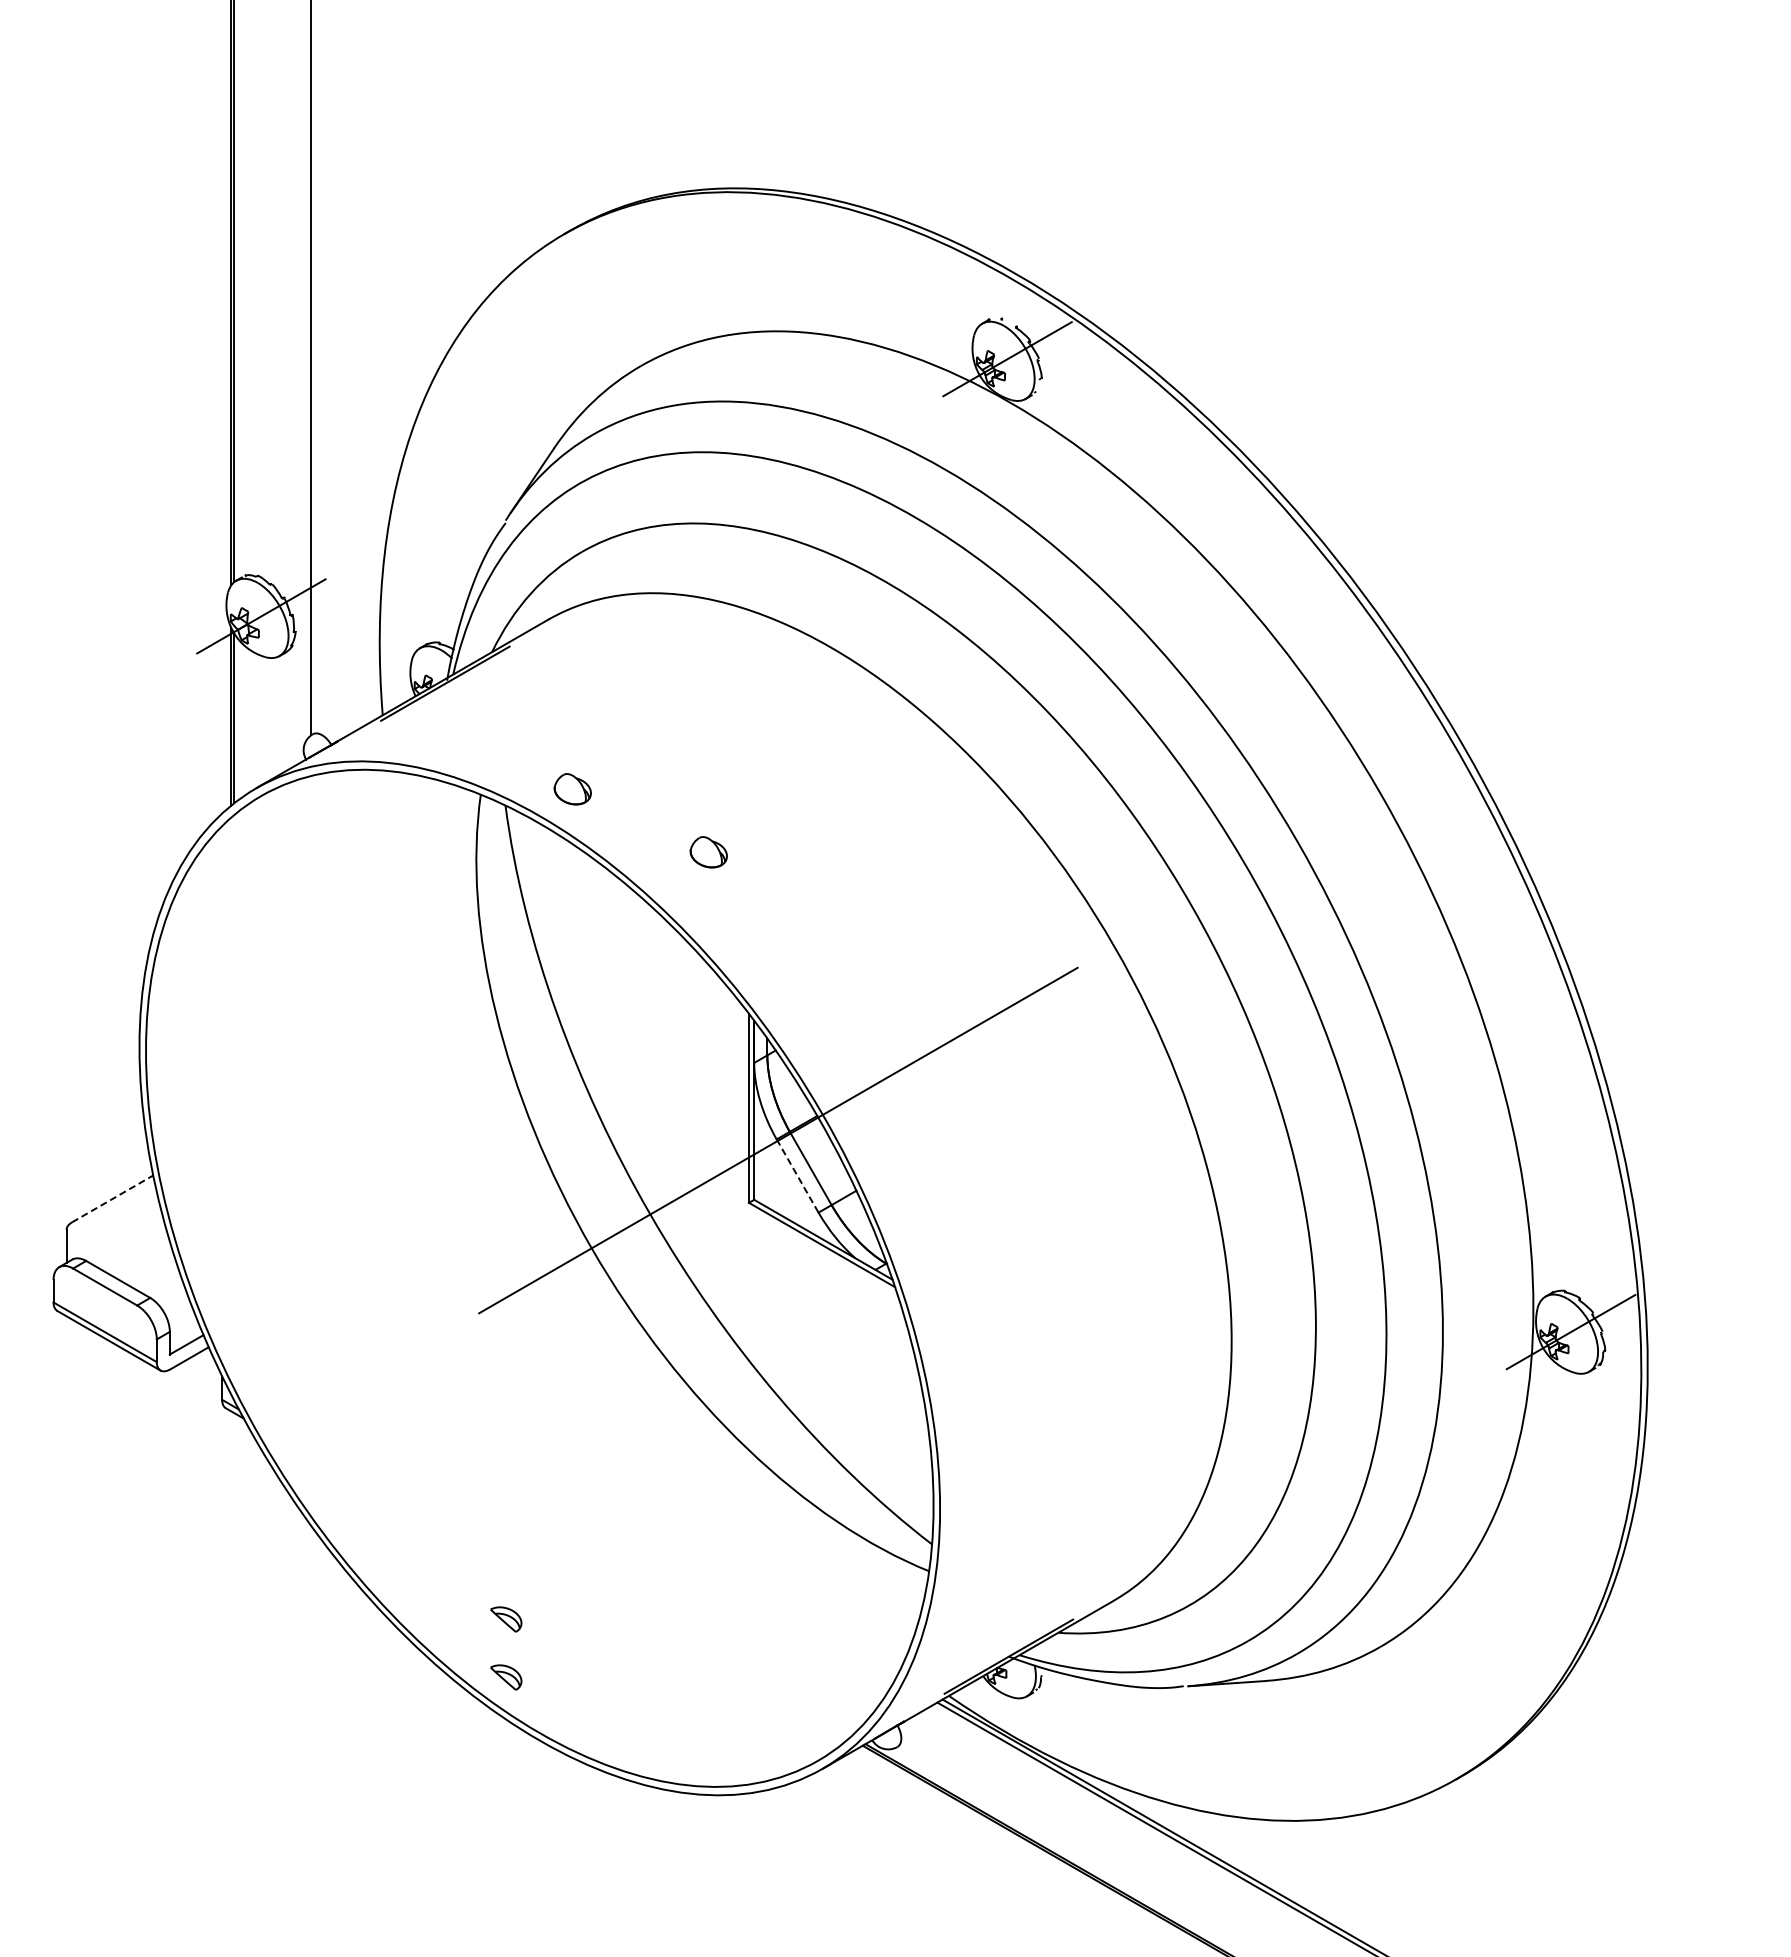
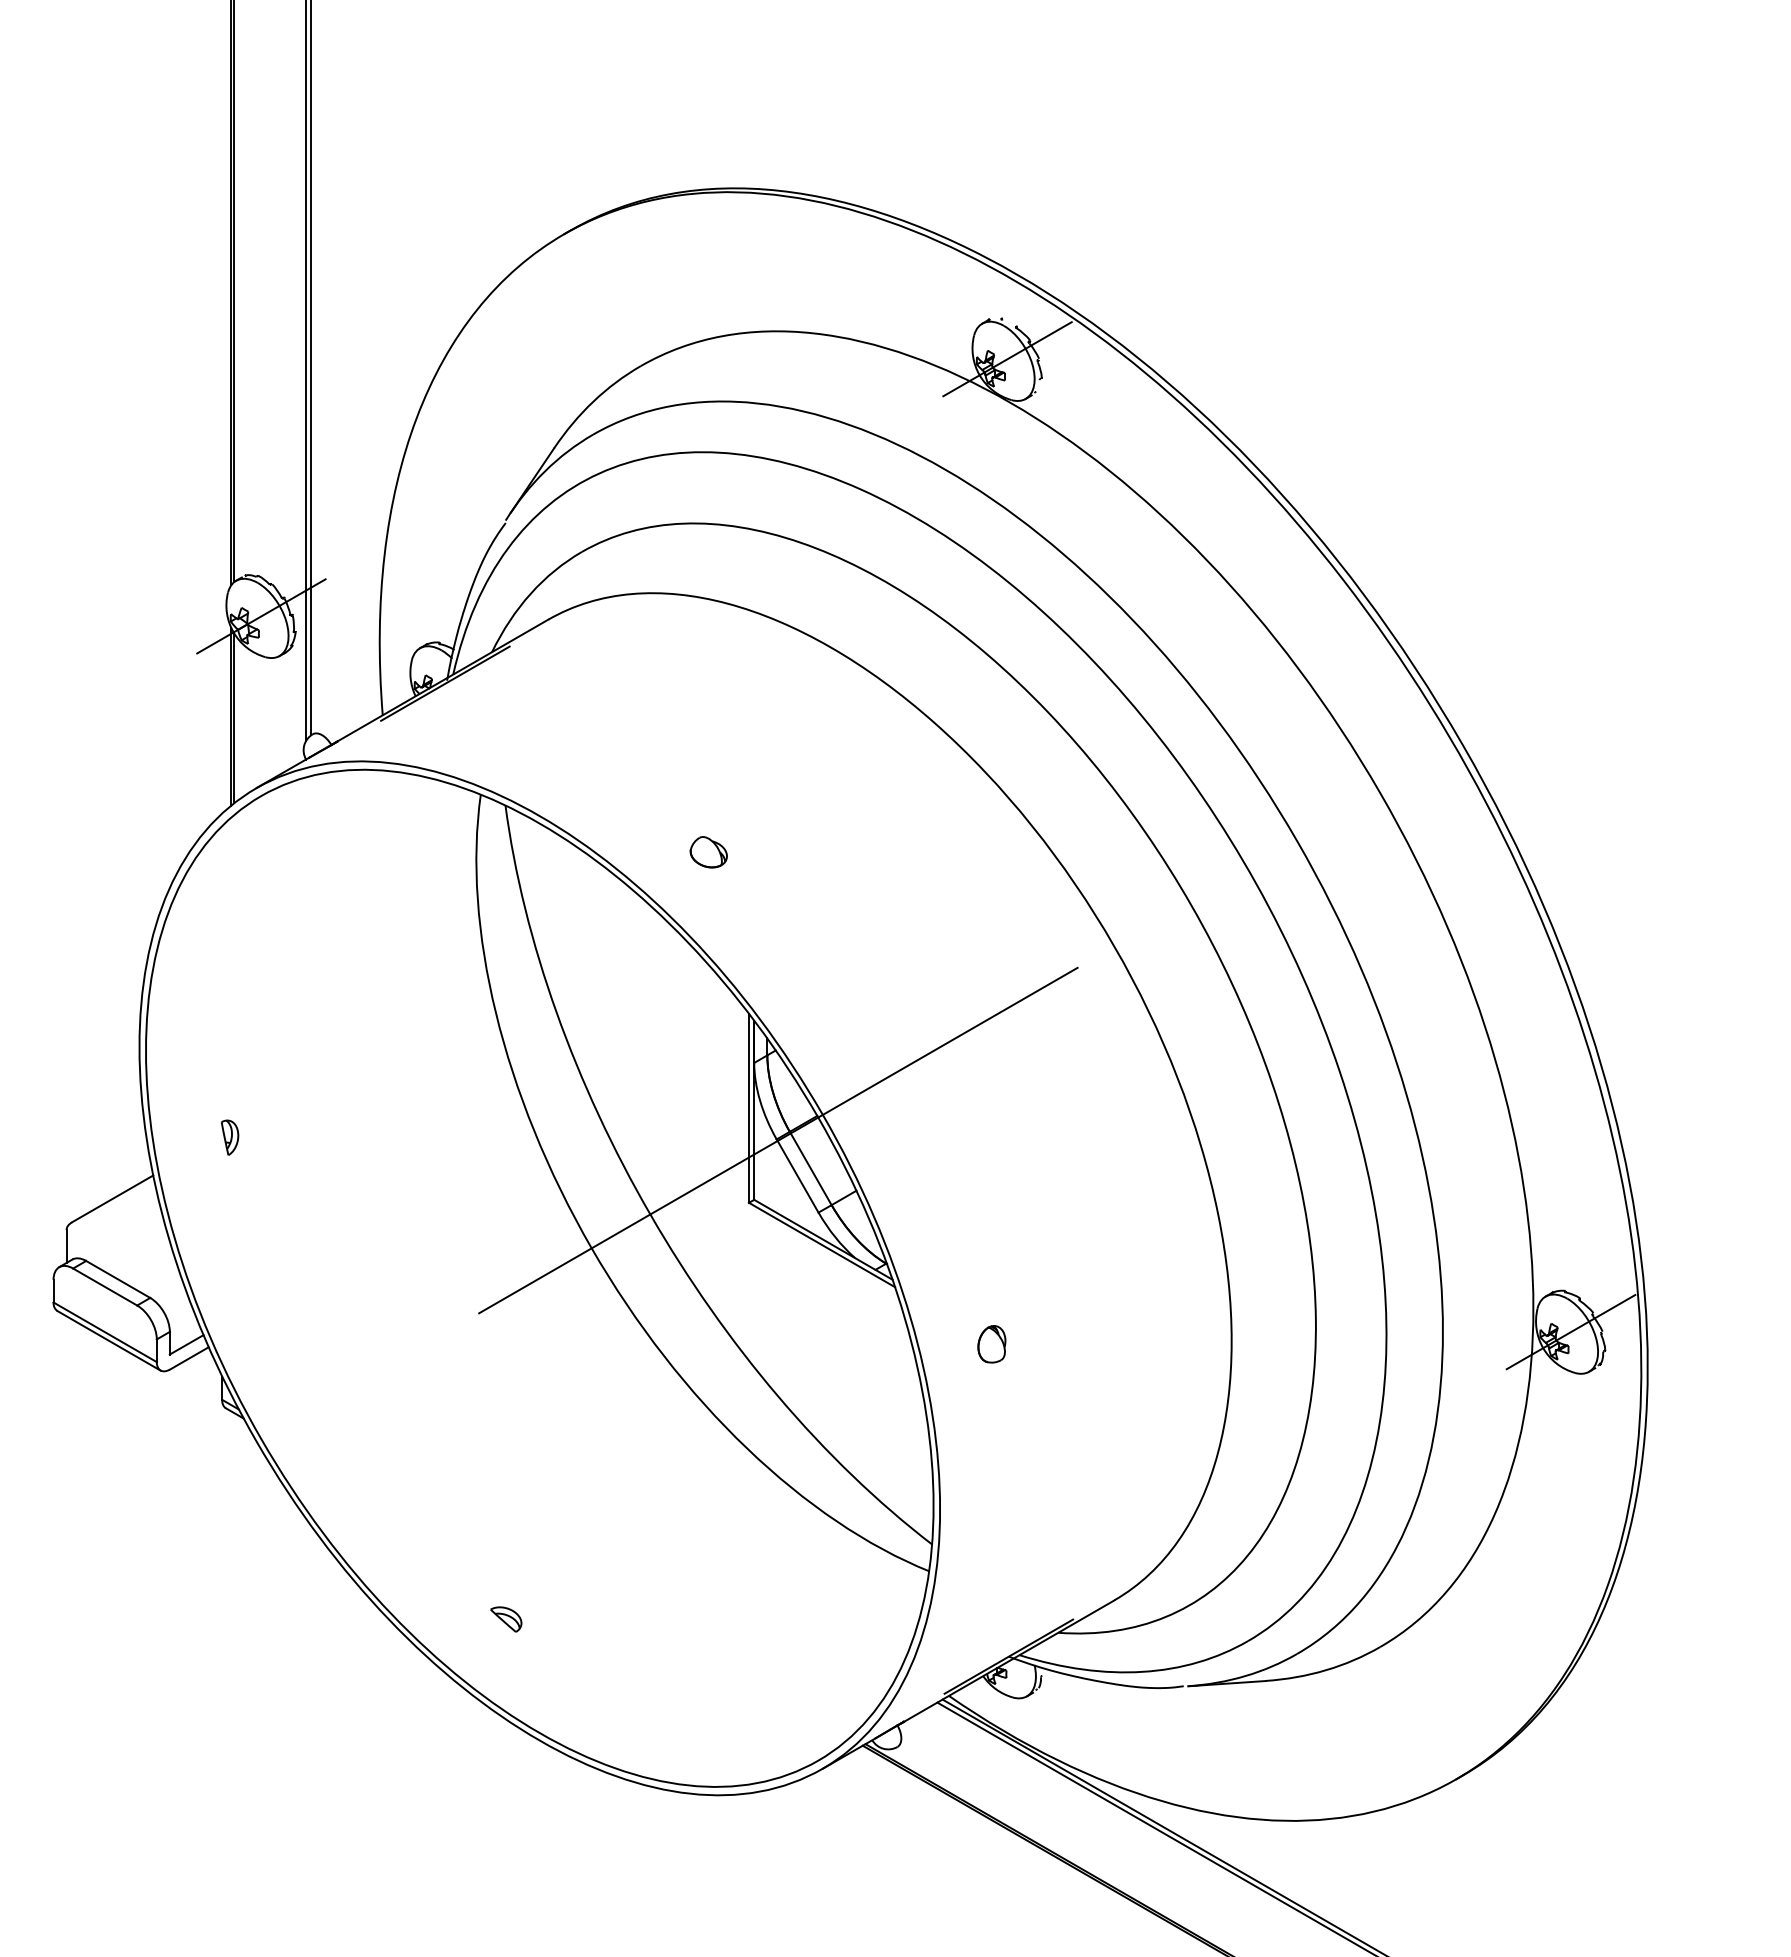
line at (305, 371): none -> present
part at (572, 789): present -> none
part at (229, 1137): none -> present
line at (797, 1176): dashed -> solid
line at (112, 1198): dashed -> solid
part at (991, 1344): none -> present
part at (506, 1677): present -> none
